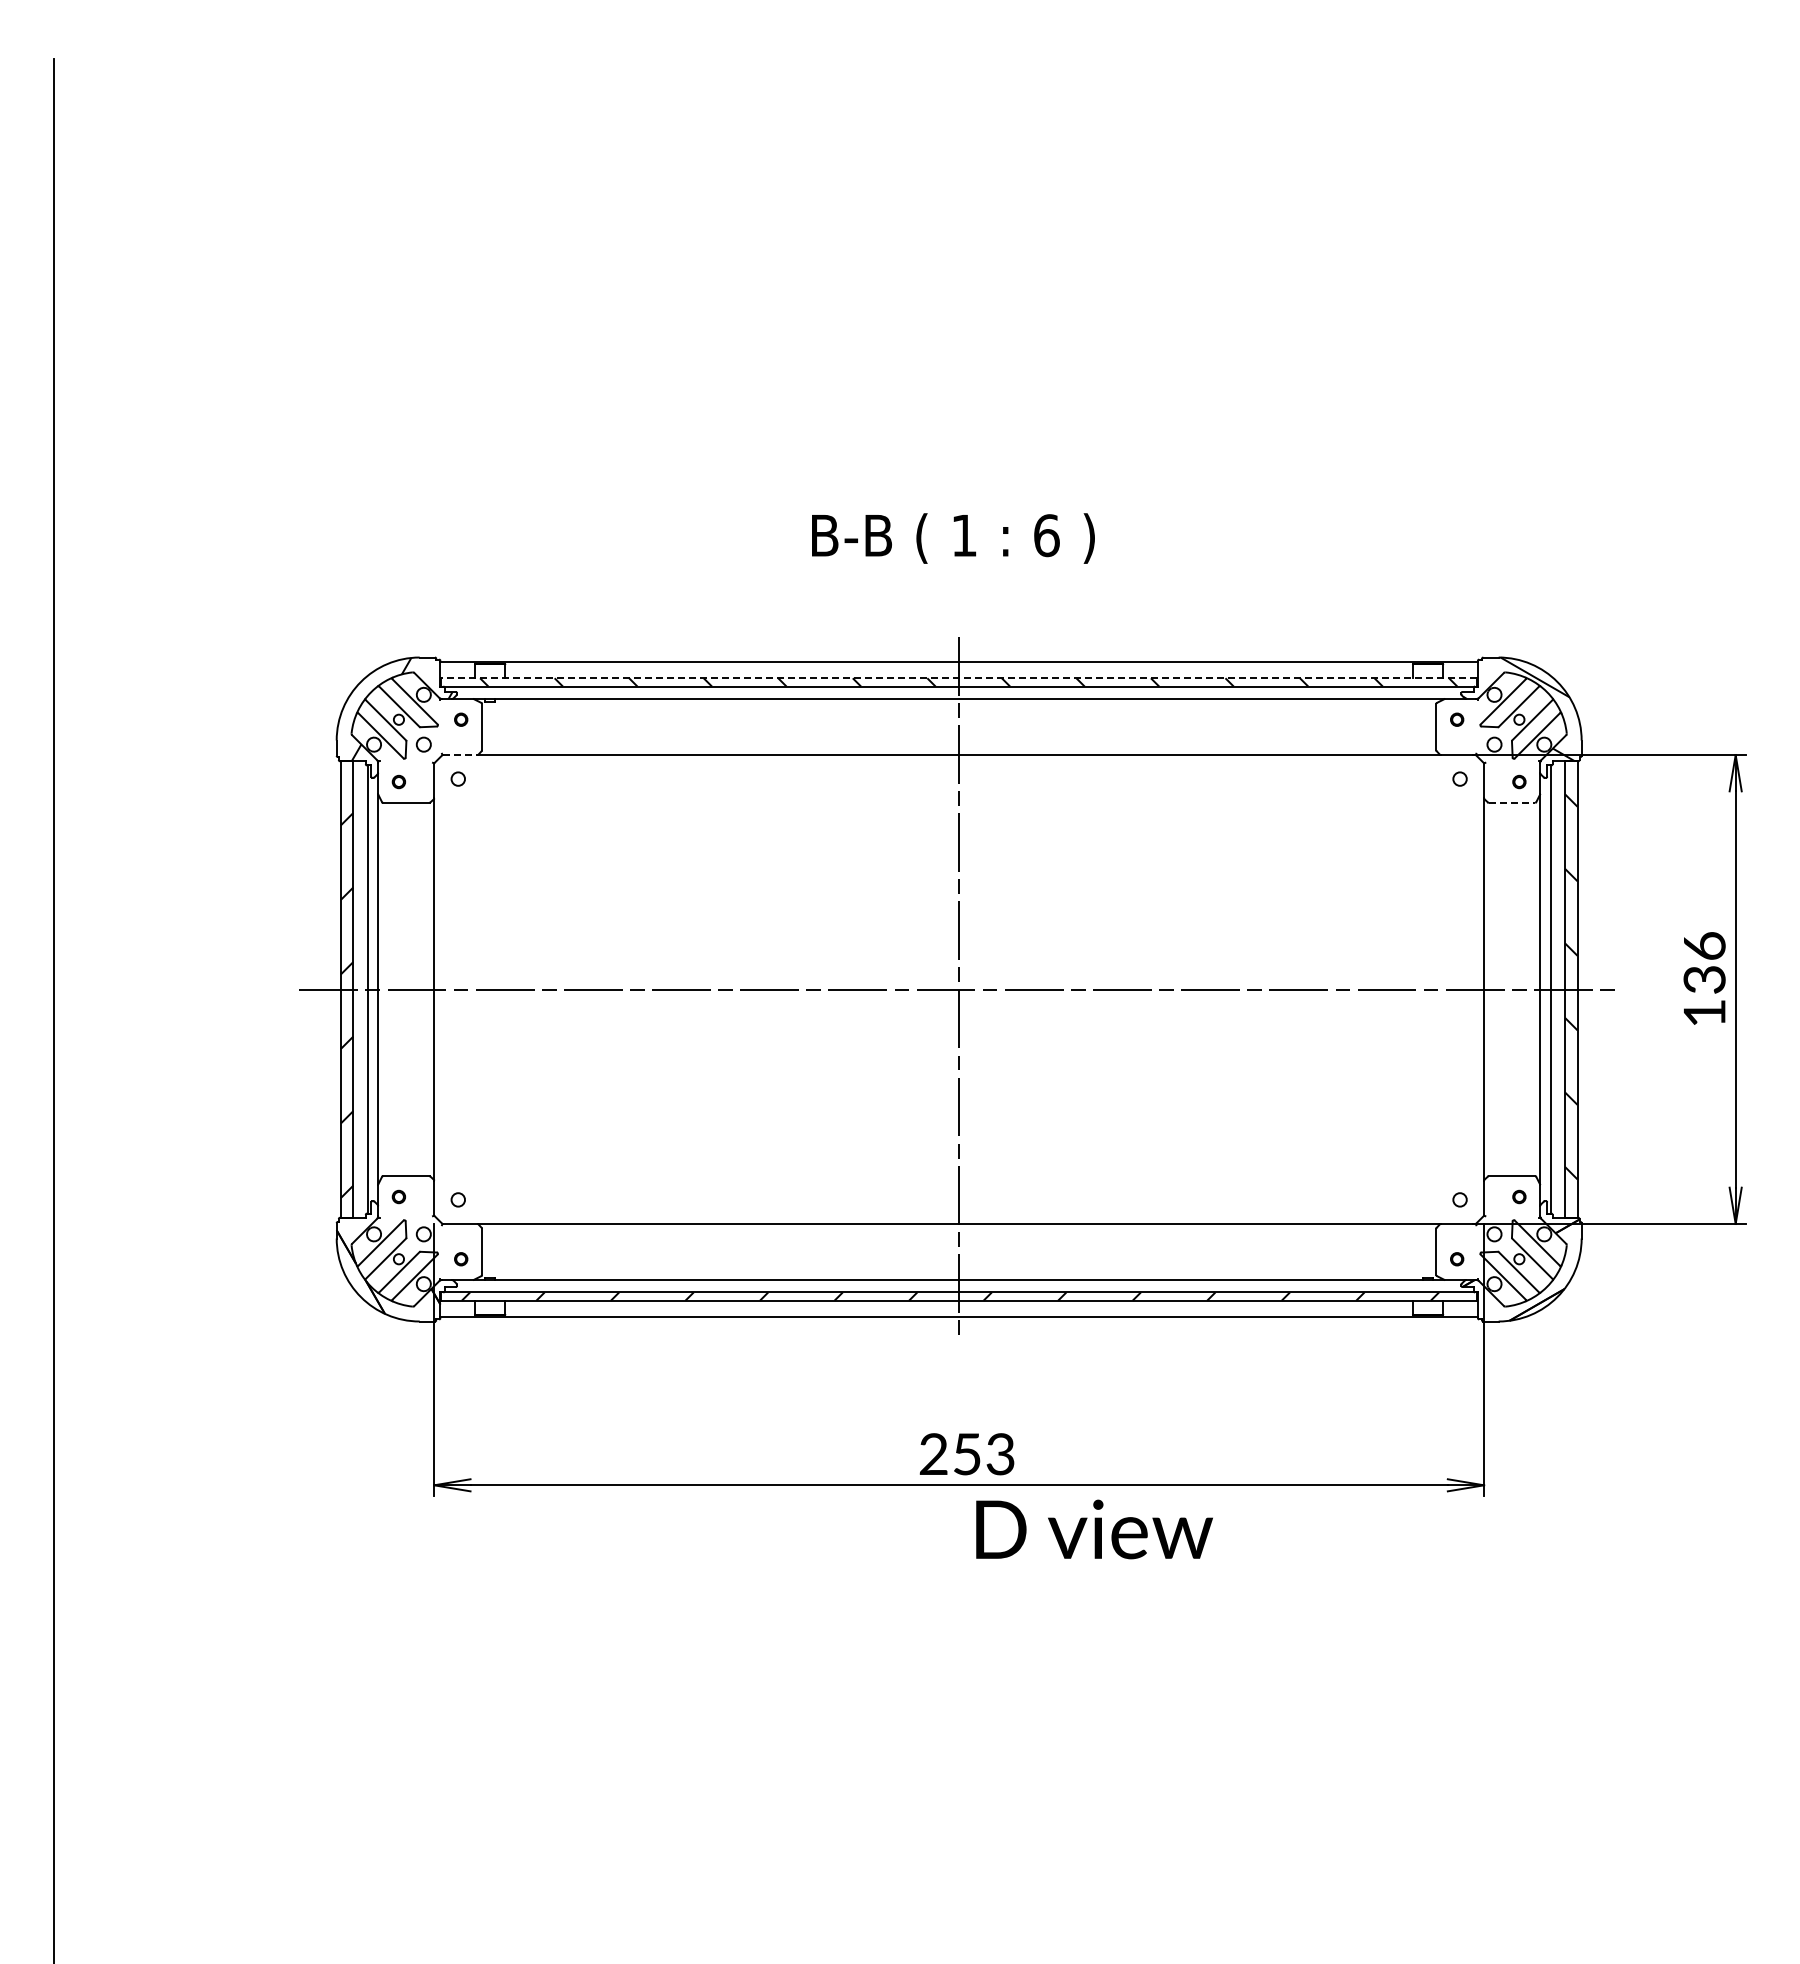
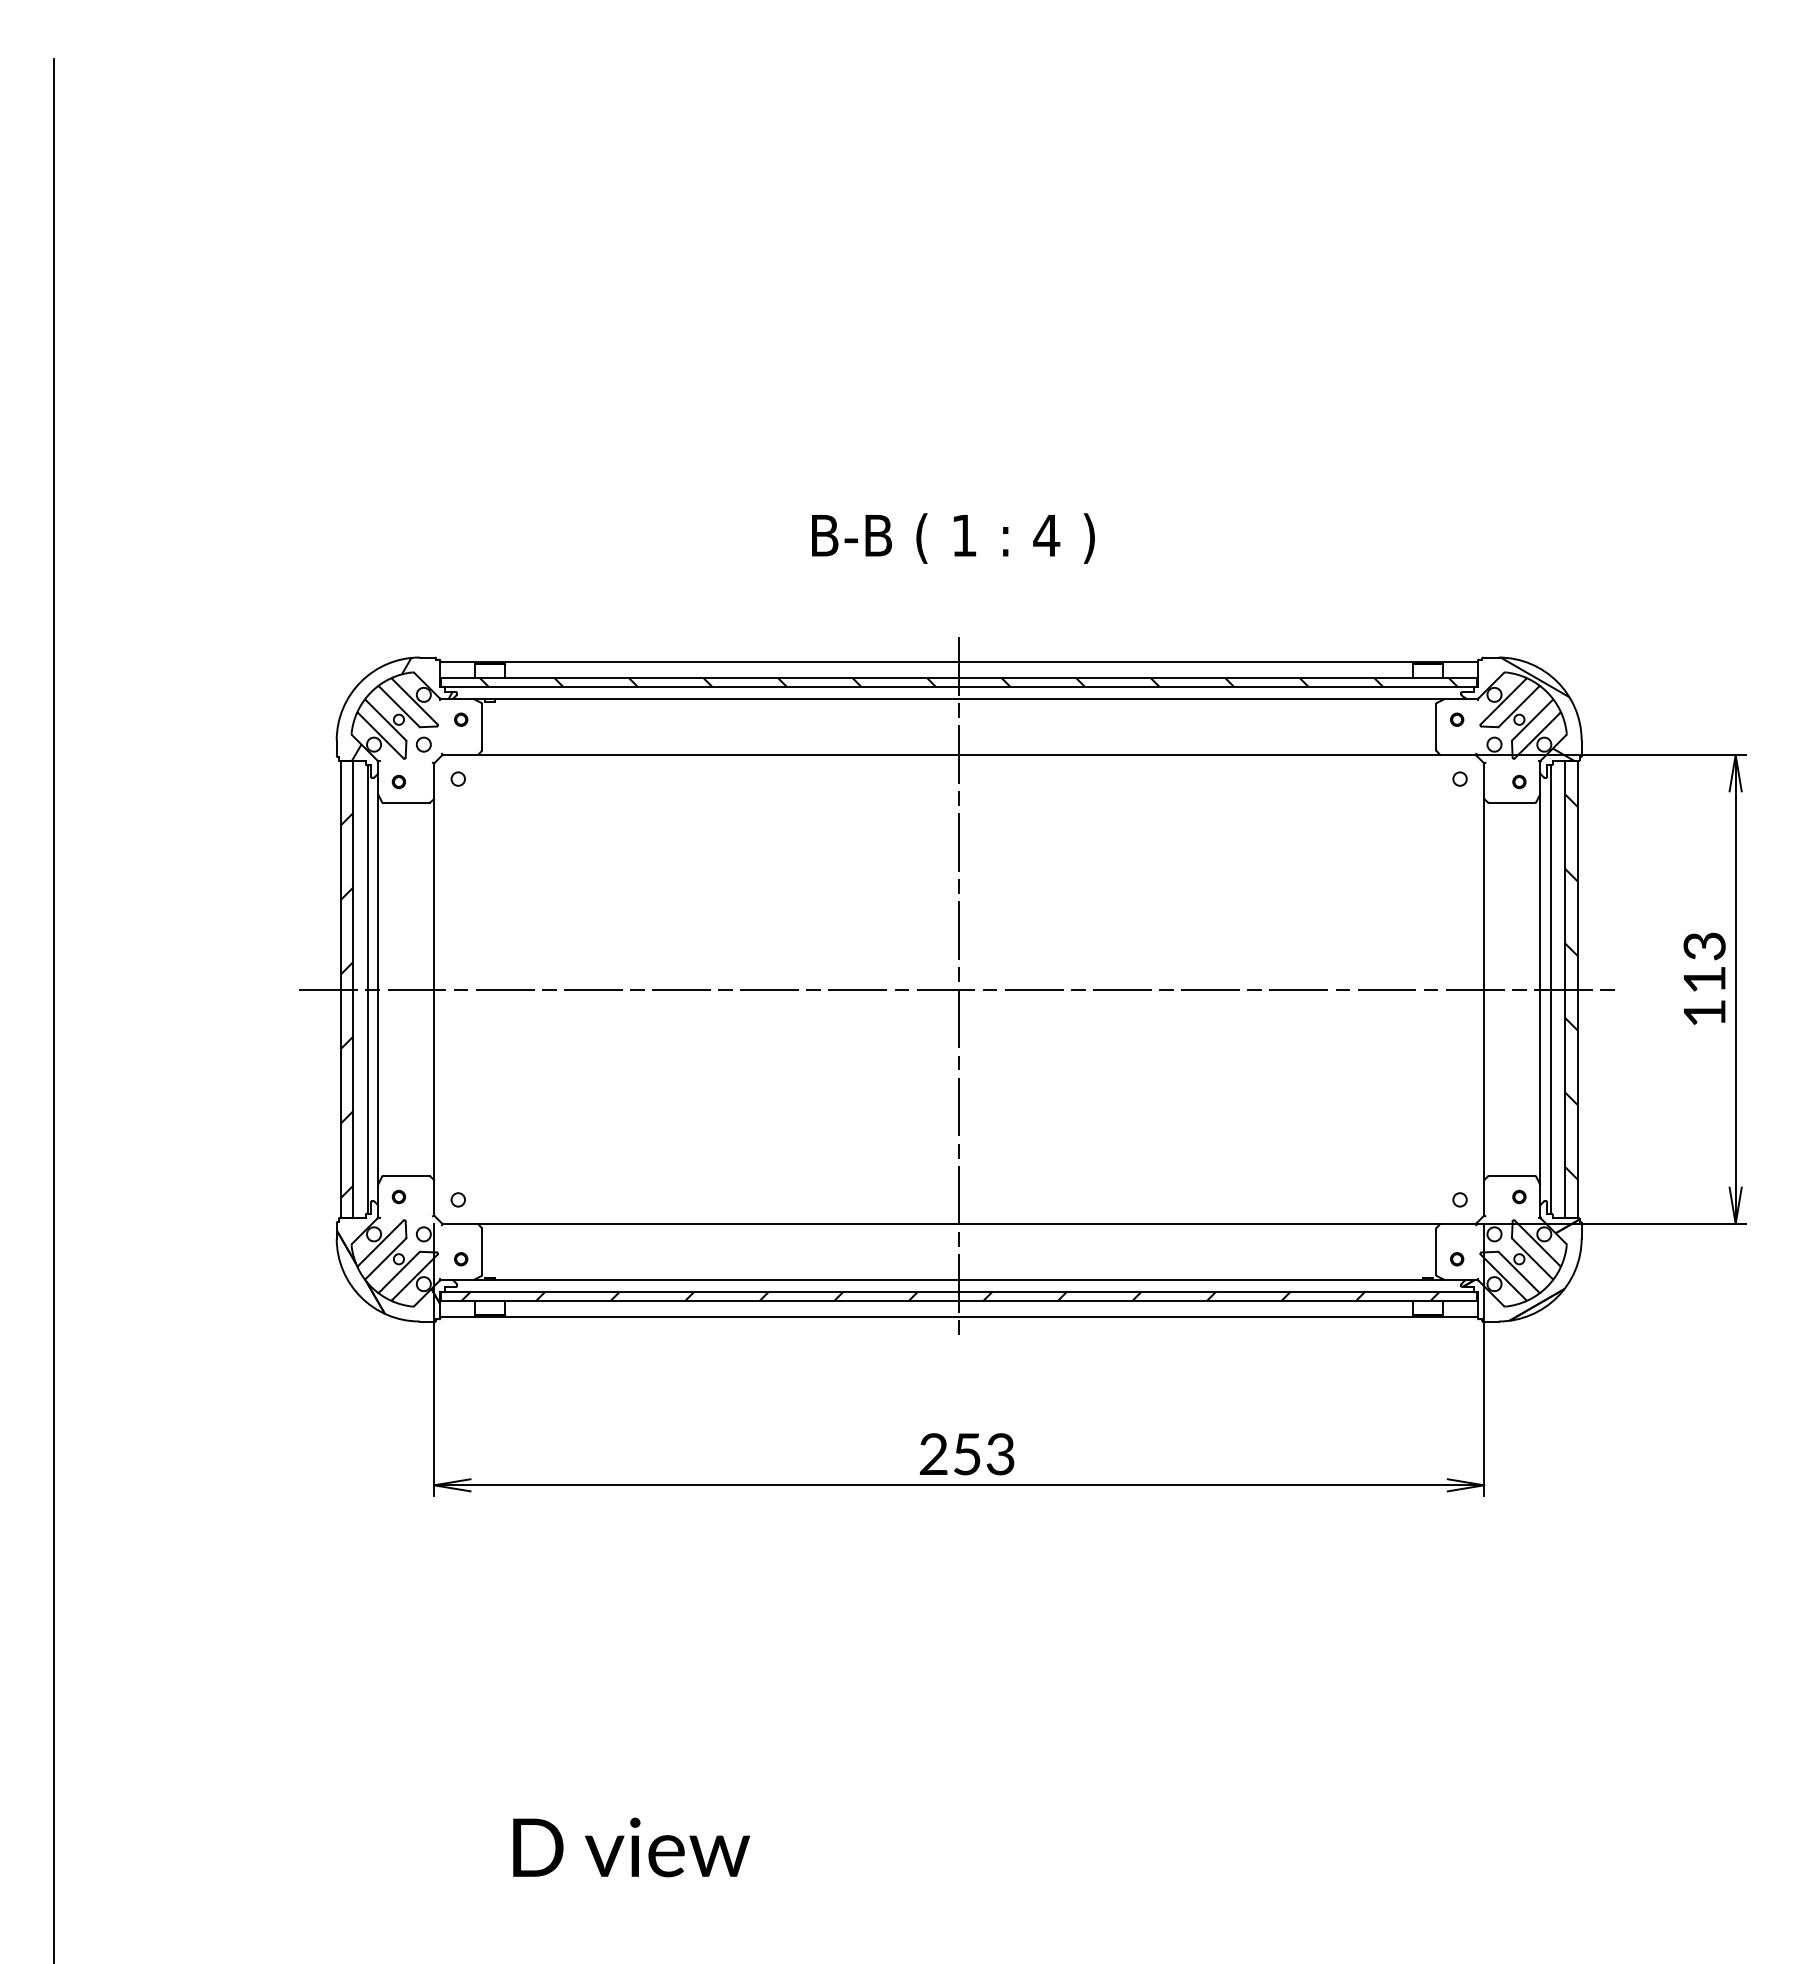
text at (1046, 535): 6 -> 4
line at (959, 678): dashed -> solid
line at (460, 755): dashed -> solid
line at (1512, 802): dashed -> solid
text at (1704, 962): 136 -> 113
text at (1094, 1529) position: (1094, 1529) -> (631, 1847)
